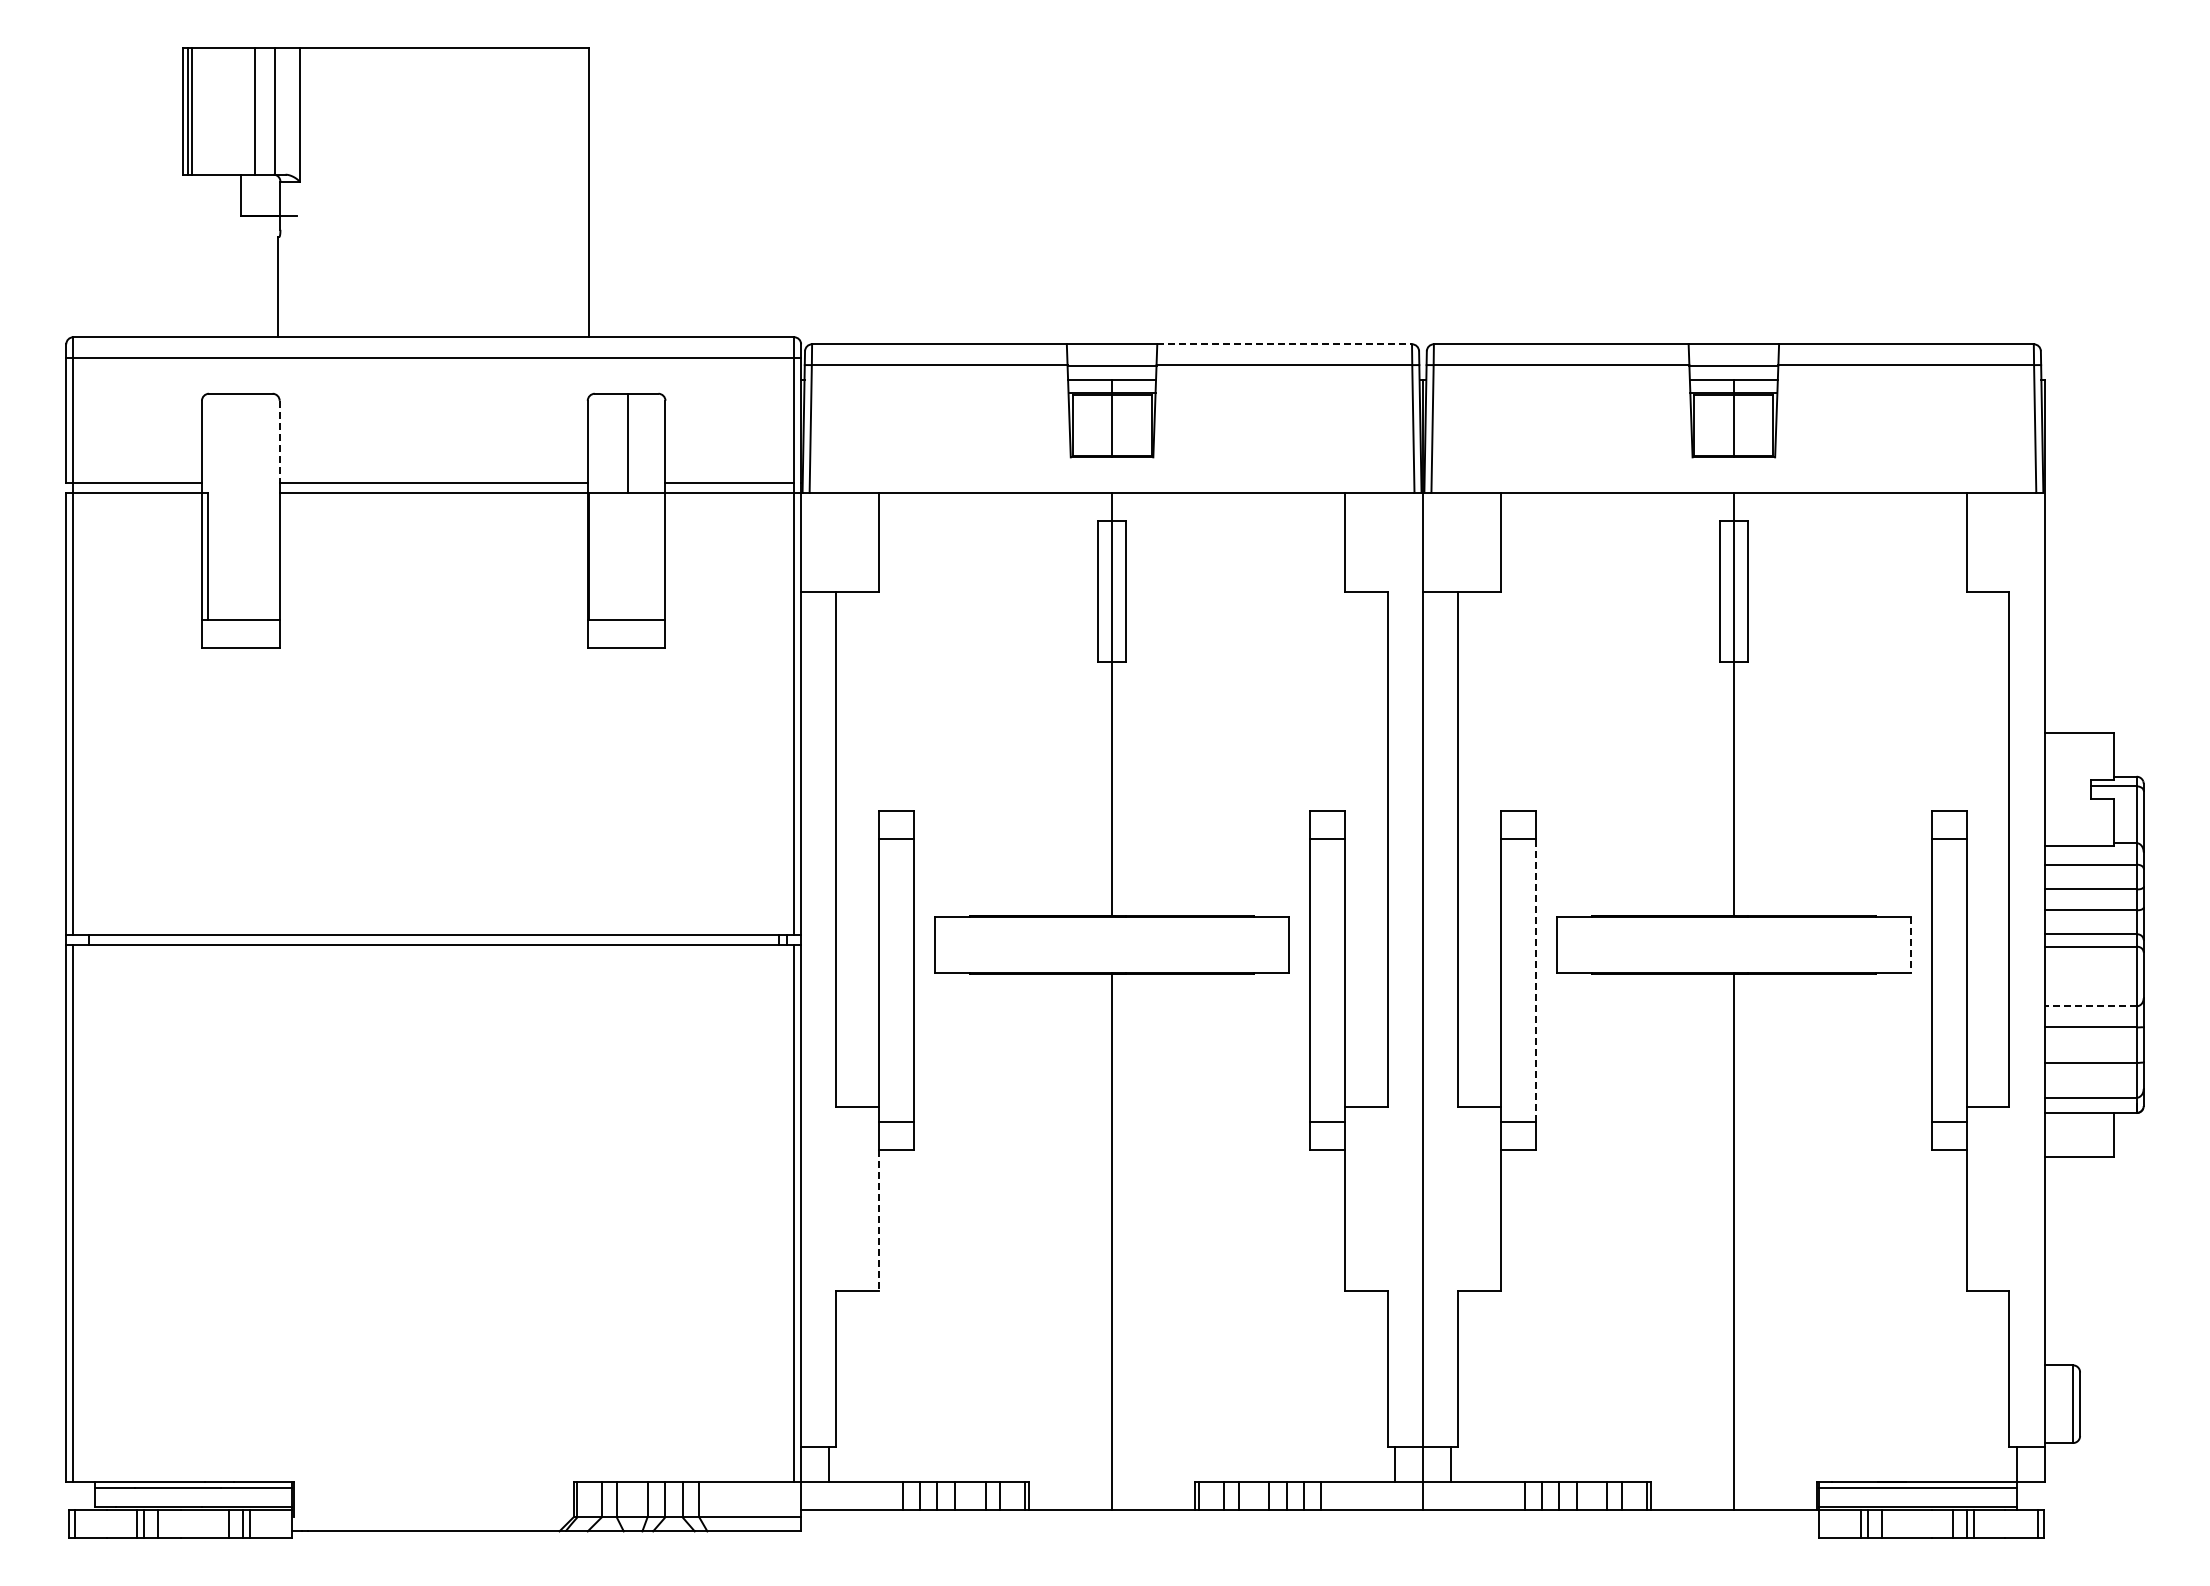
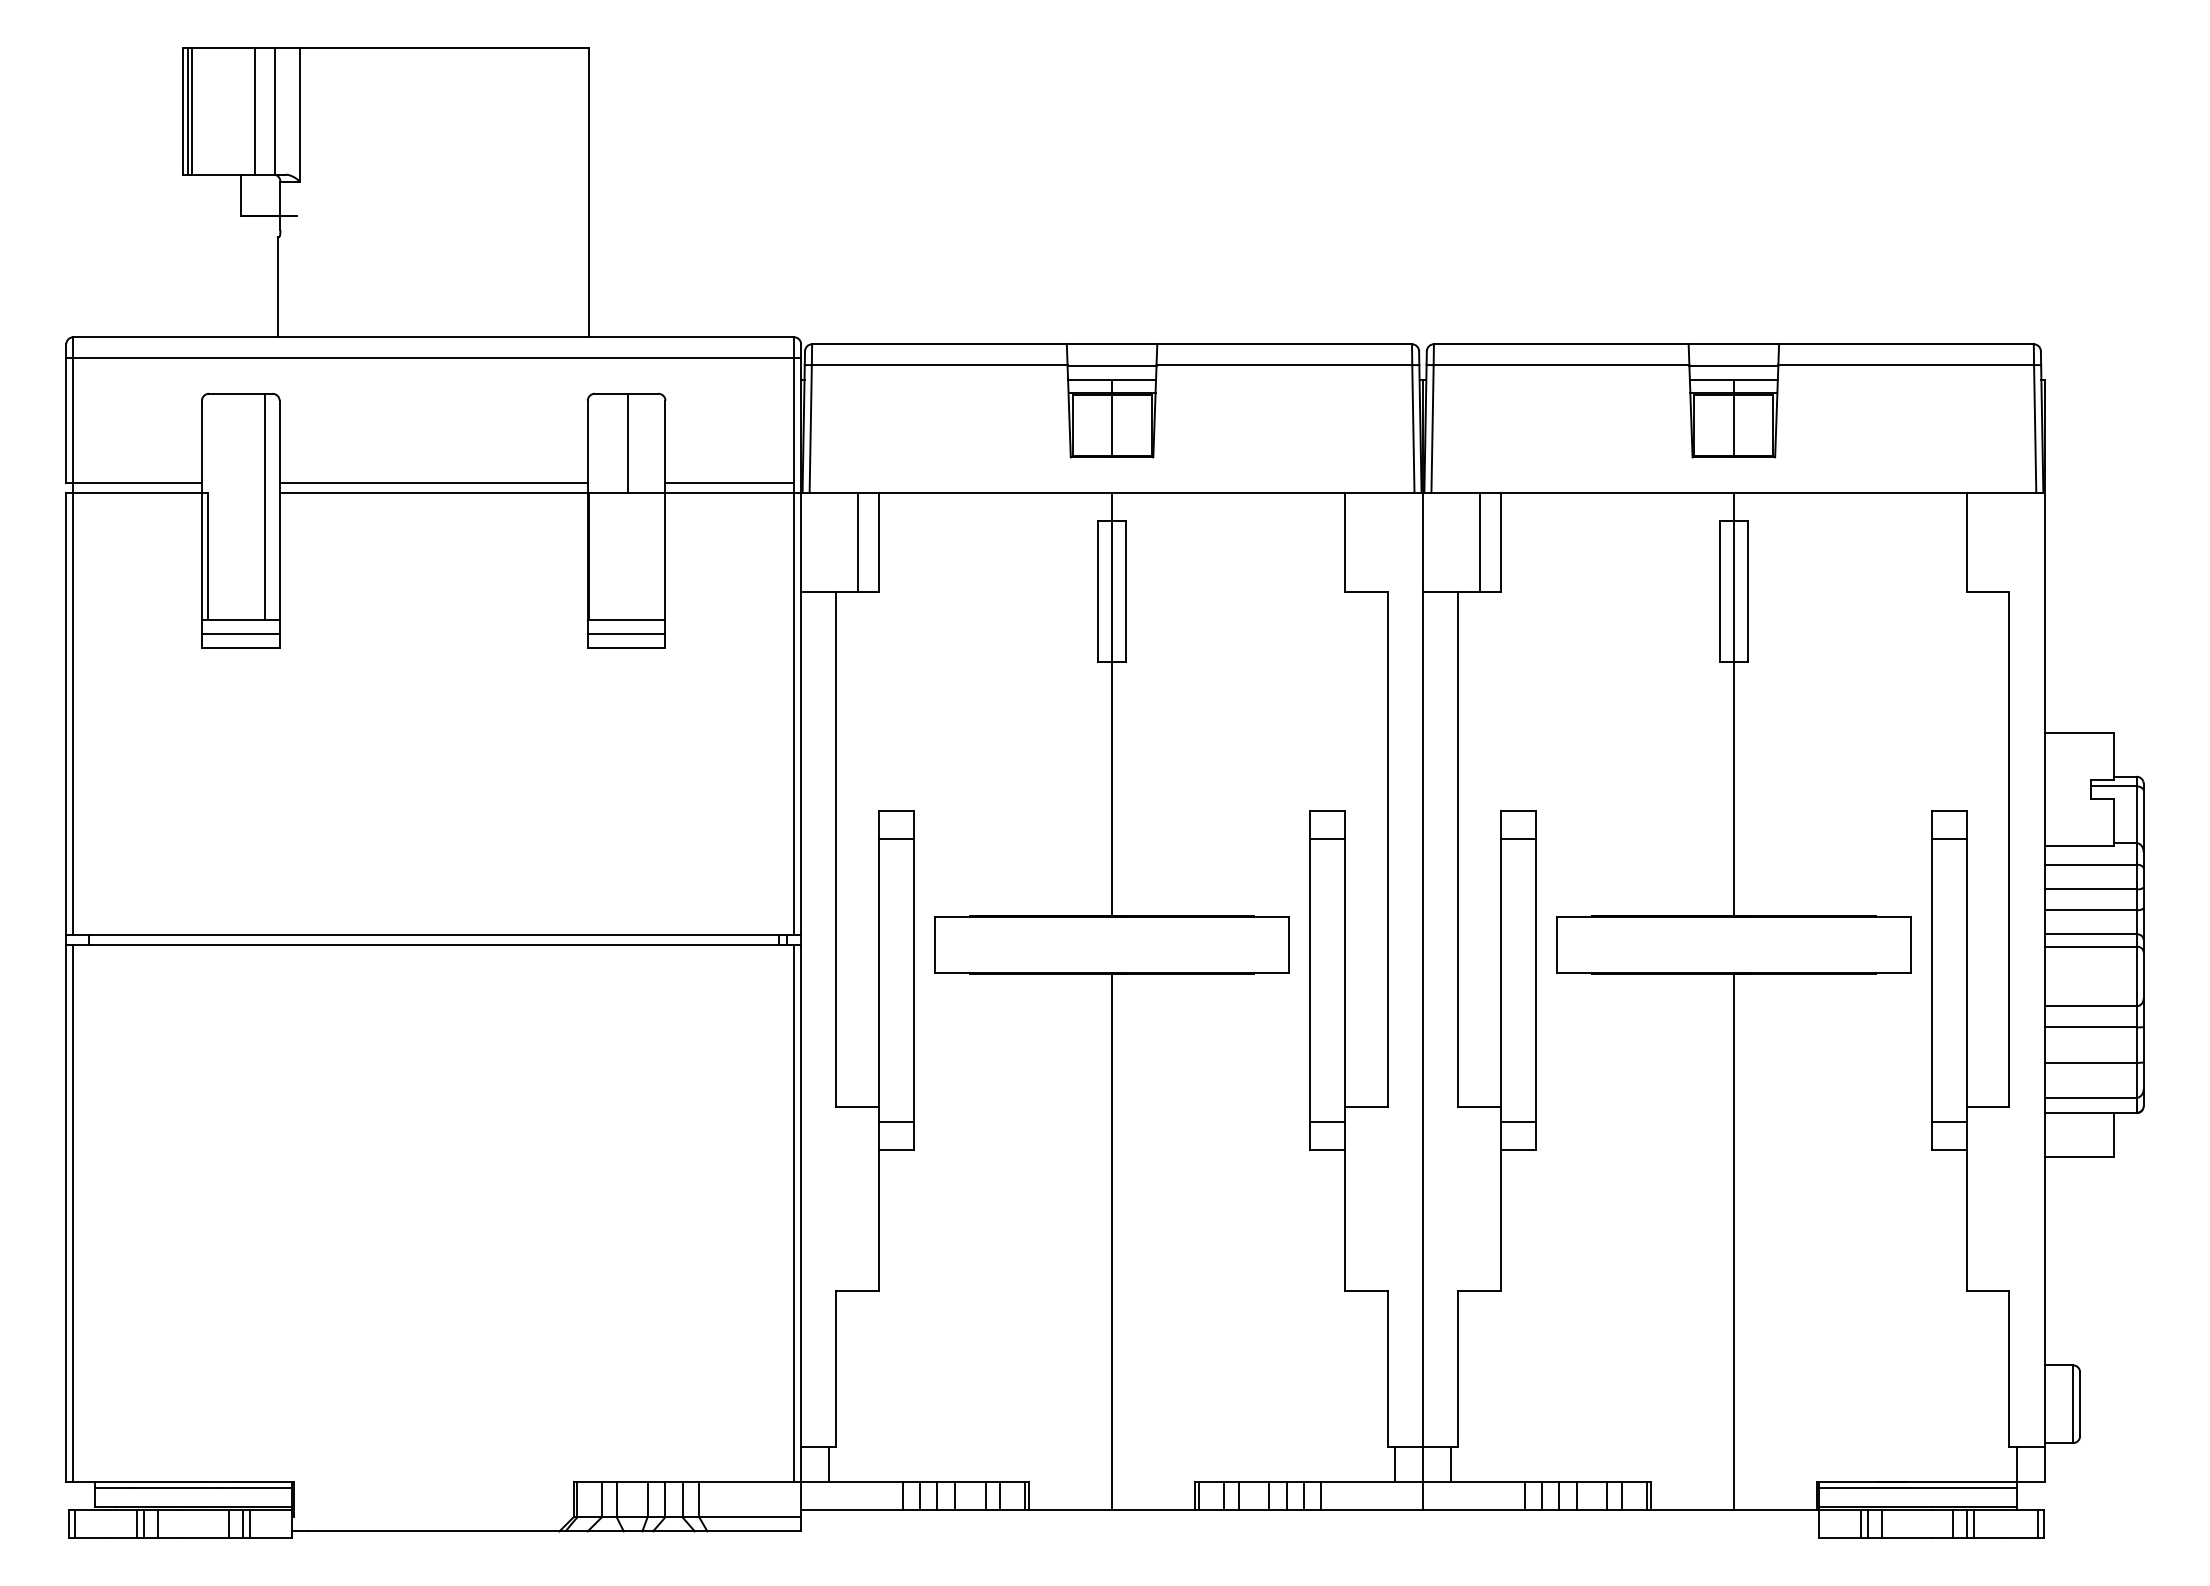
line at (1285, 344): dashed -> solid
line at (279, 441): dashed -> solid
line at (264, 506): none -> present
line at (857, 541): none -> present
line at (1479, 541): none -> present
line at (240, 634): none -> present
line at (626, 634): none -> present
line at (1910, 945): dashed -> solid
line at (1536, 979): dashed -> solid
line at (2090, 1006): dashed -> solid
line at (878, 1220): dashed -> solid
